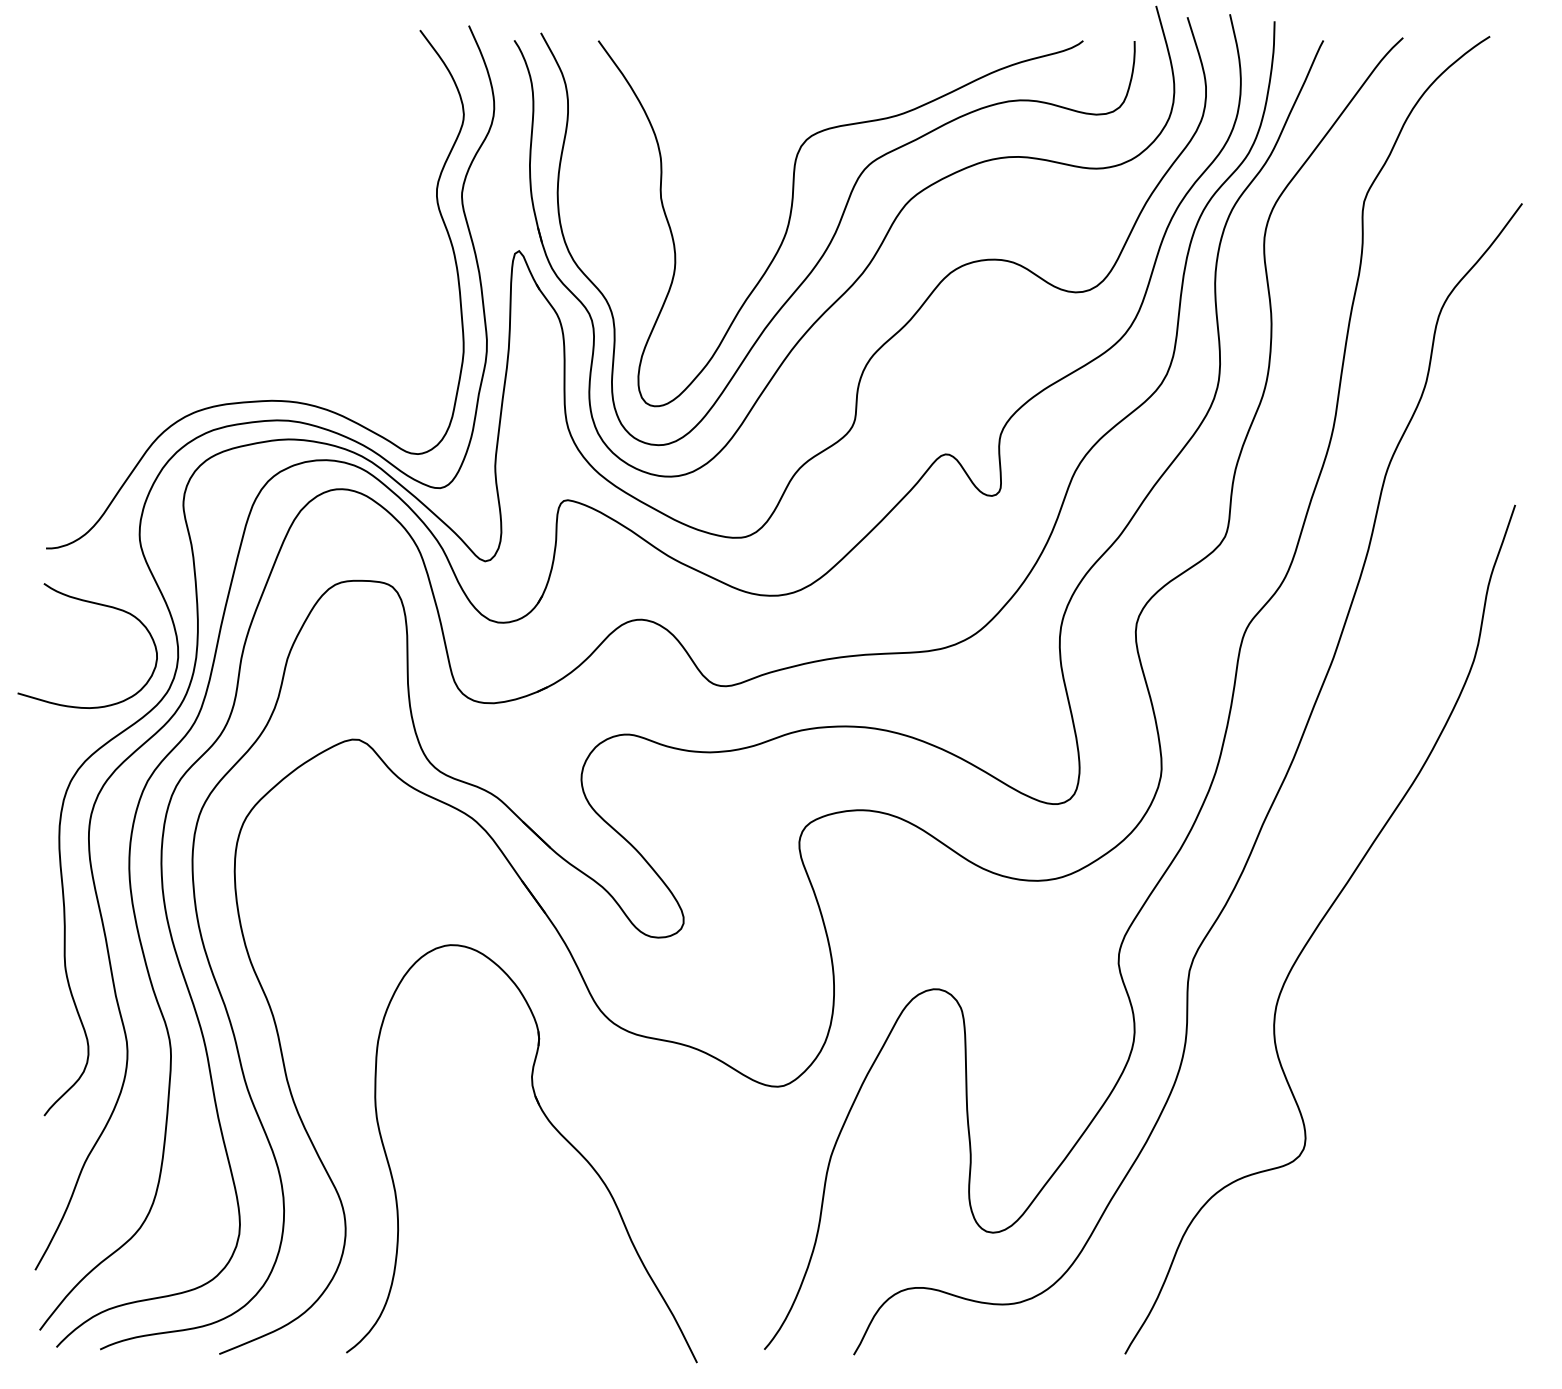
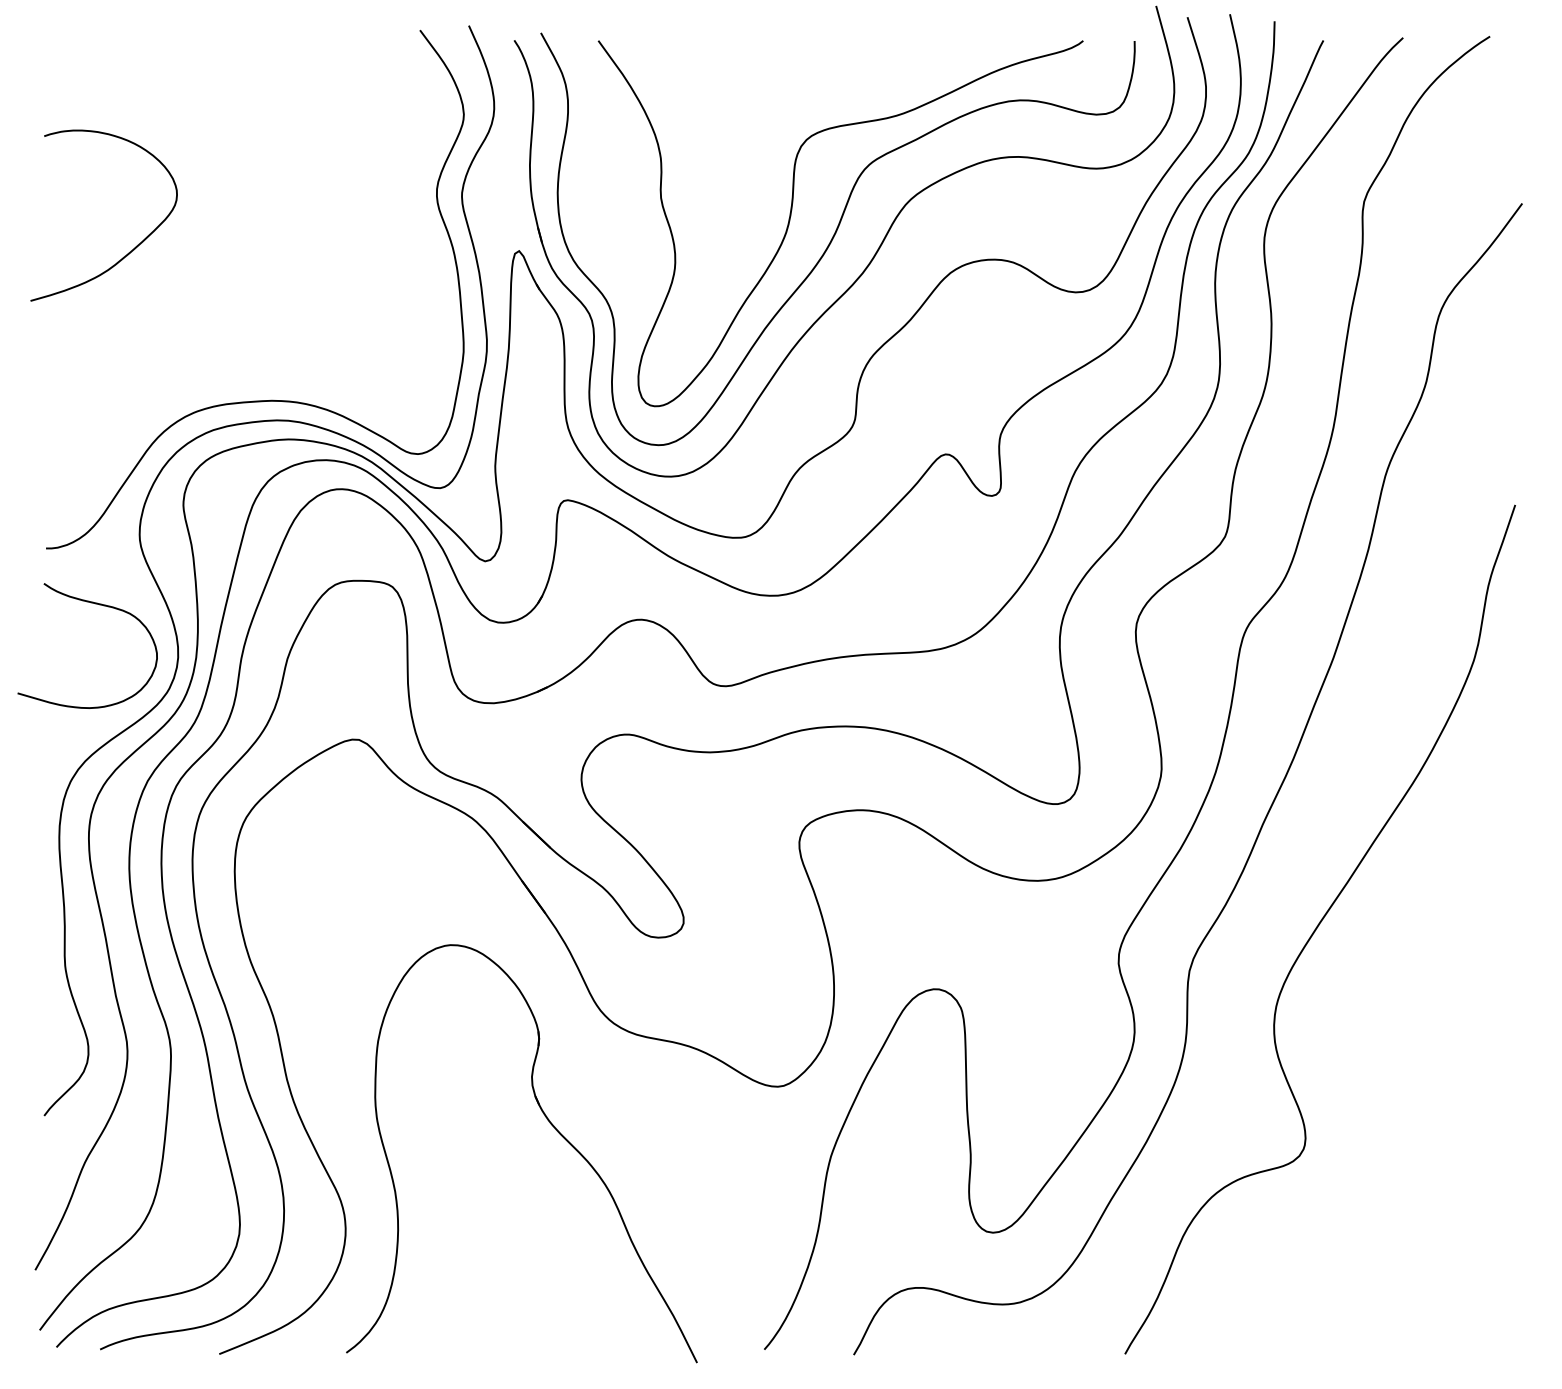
curve at (129, 251): none -> present
